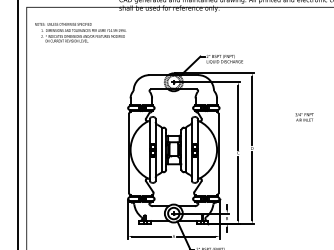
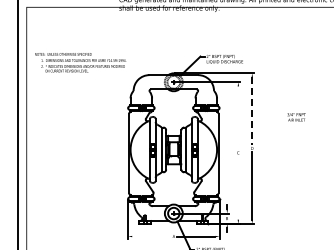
text at (80, 32) position: (80, 32) -> (80, 62)
line at (252, 111): solid -> dashed
line at (238, 117): present -> none
text at (304, 117) position: (304, 117) -> (296, 117)
line at (238, 187): present -> none
line at (151, 236): present -> none
